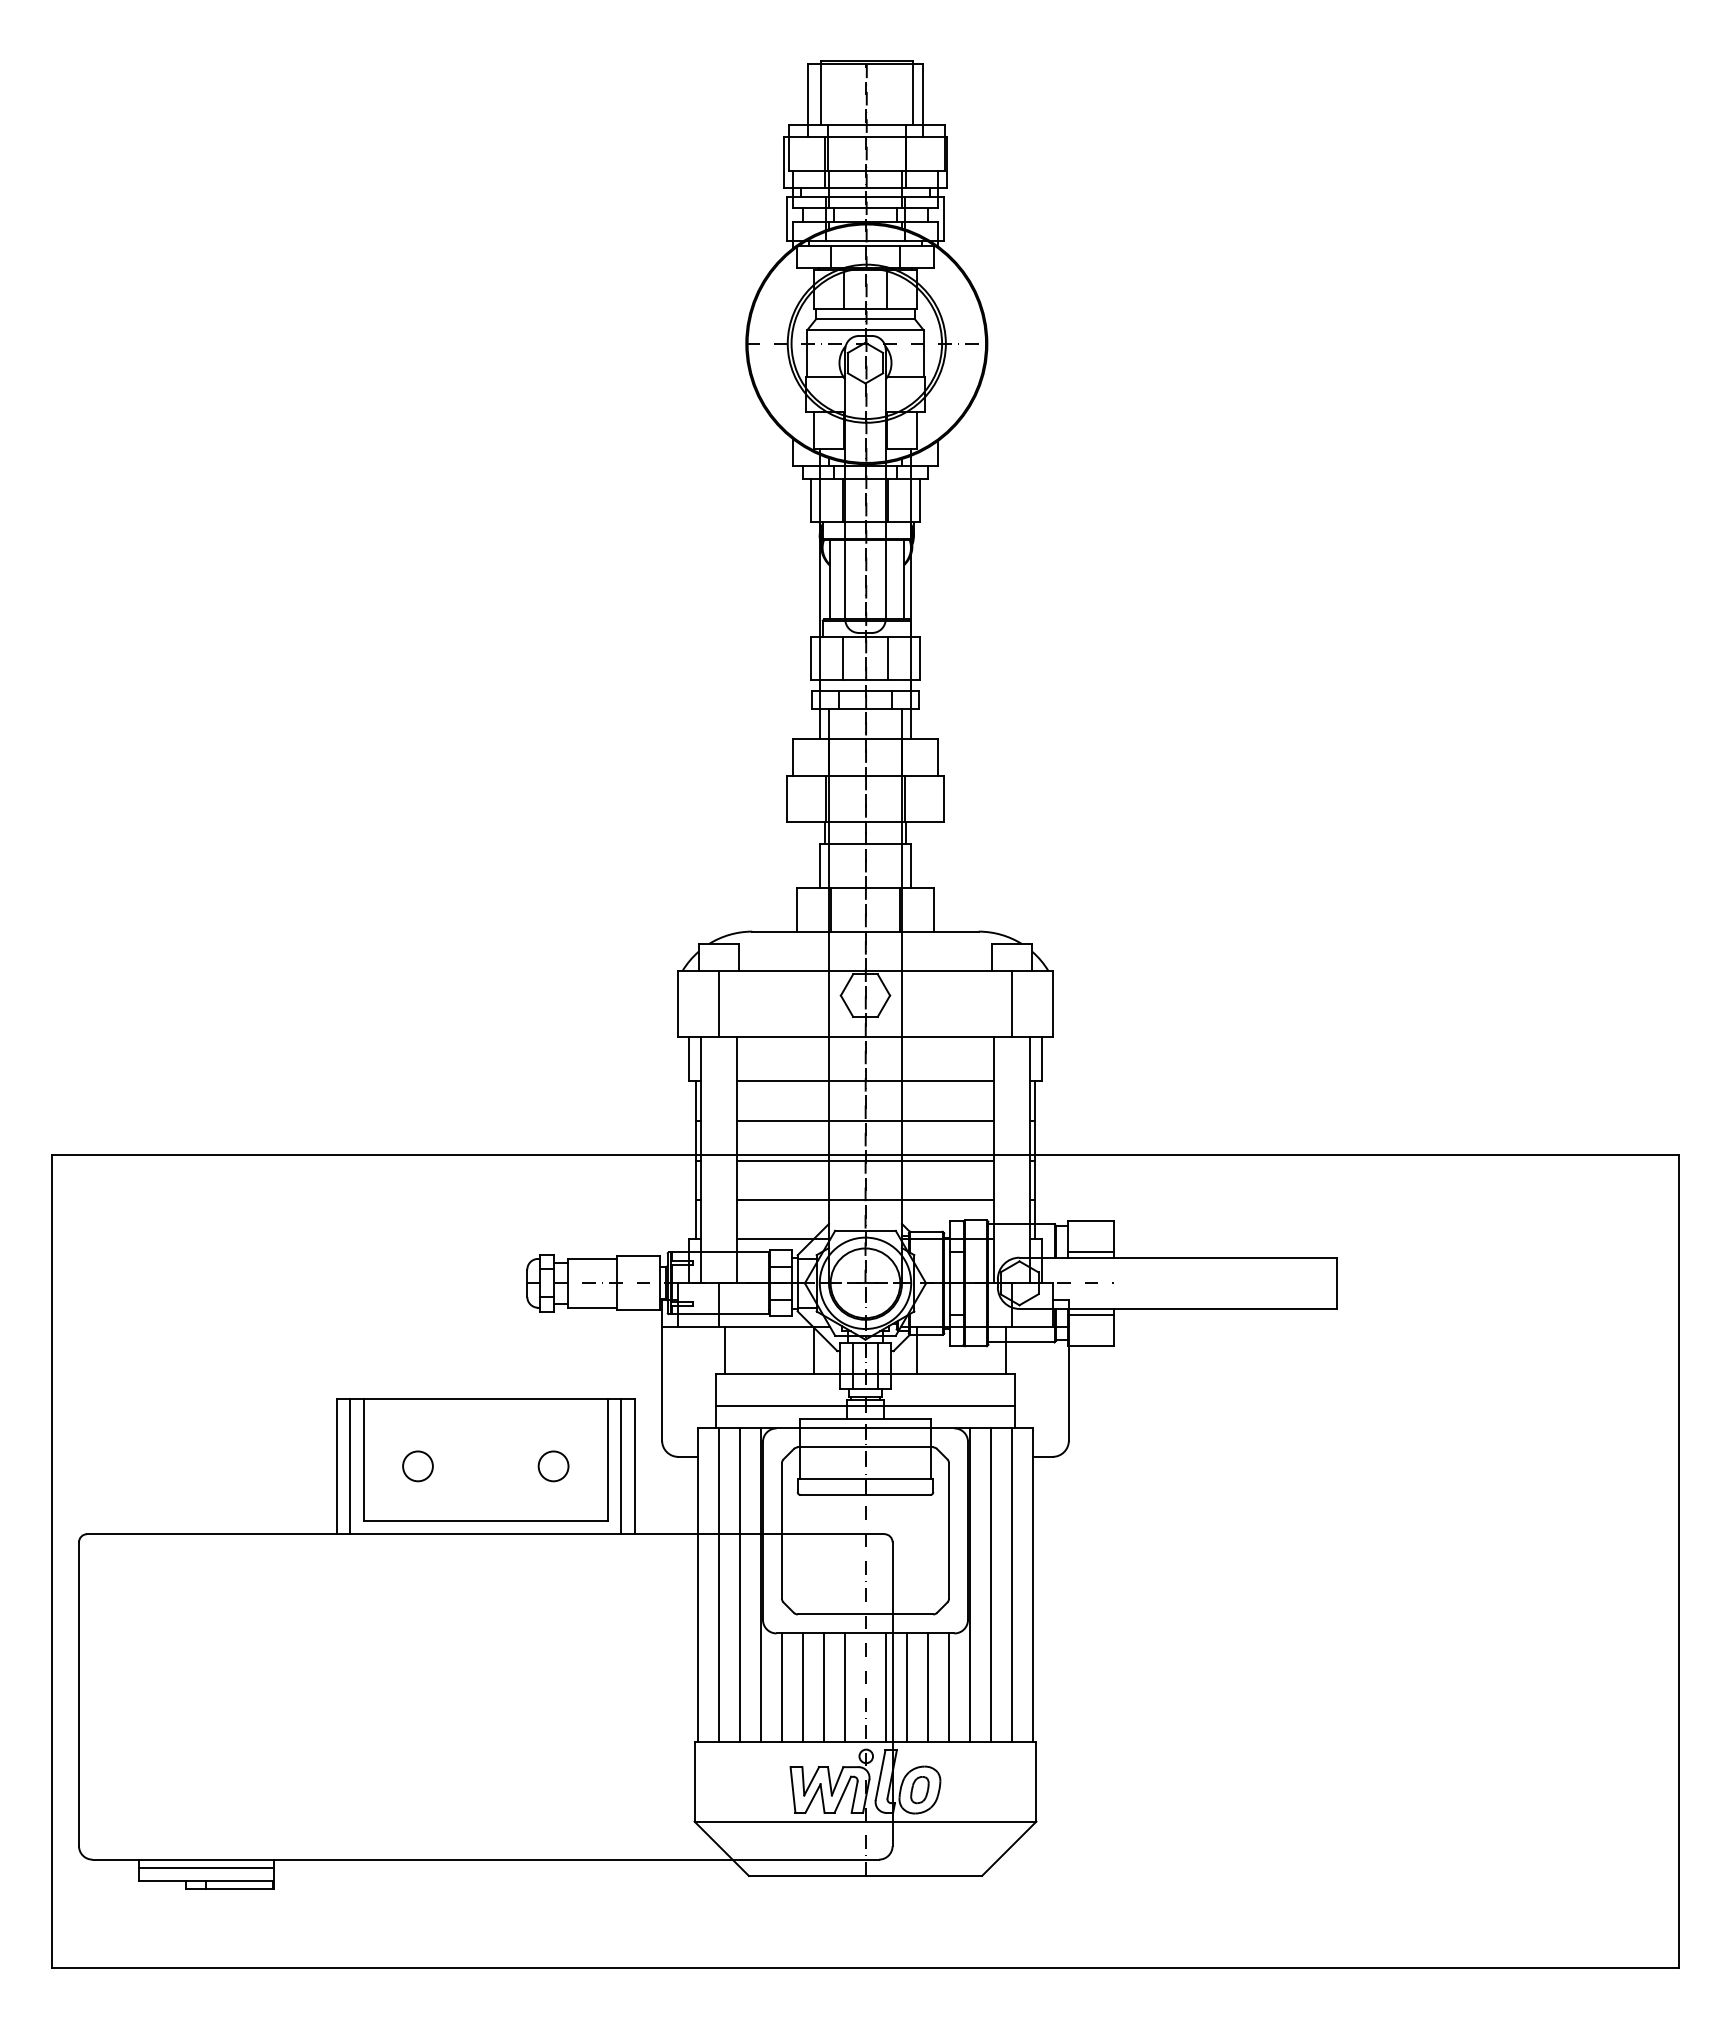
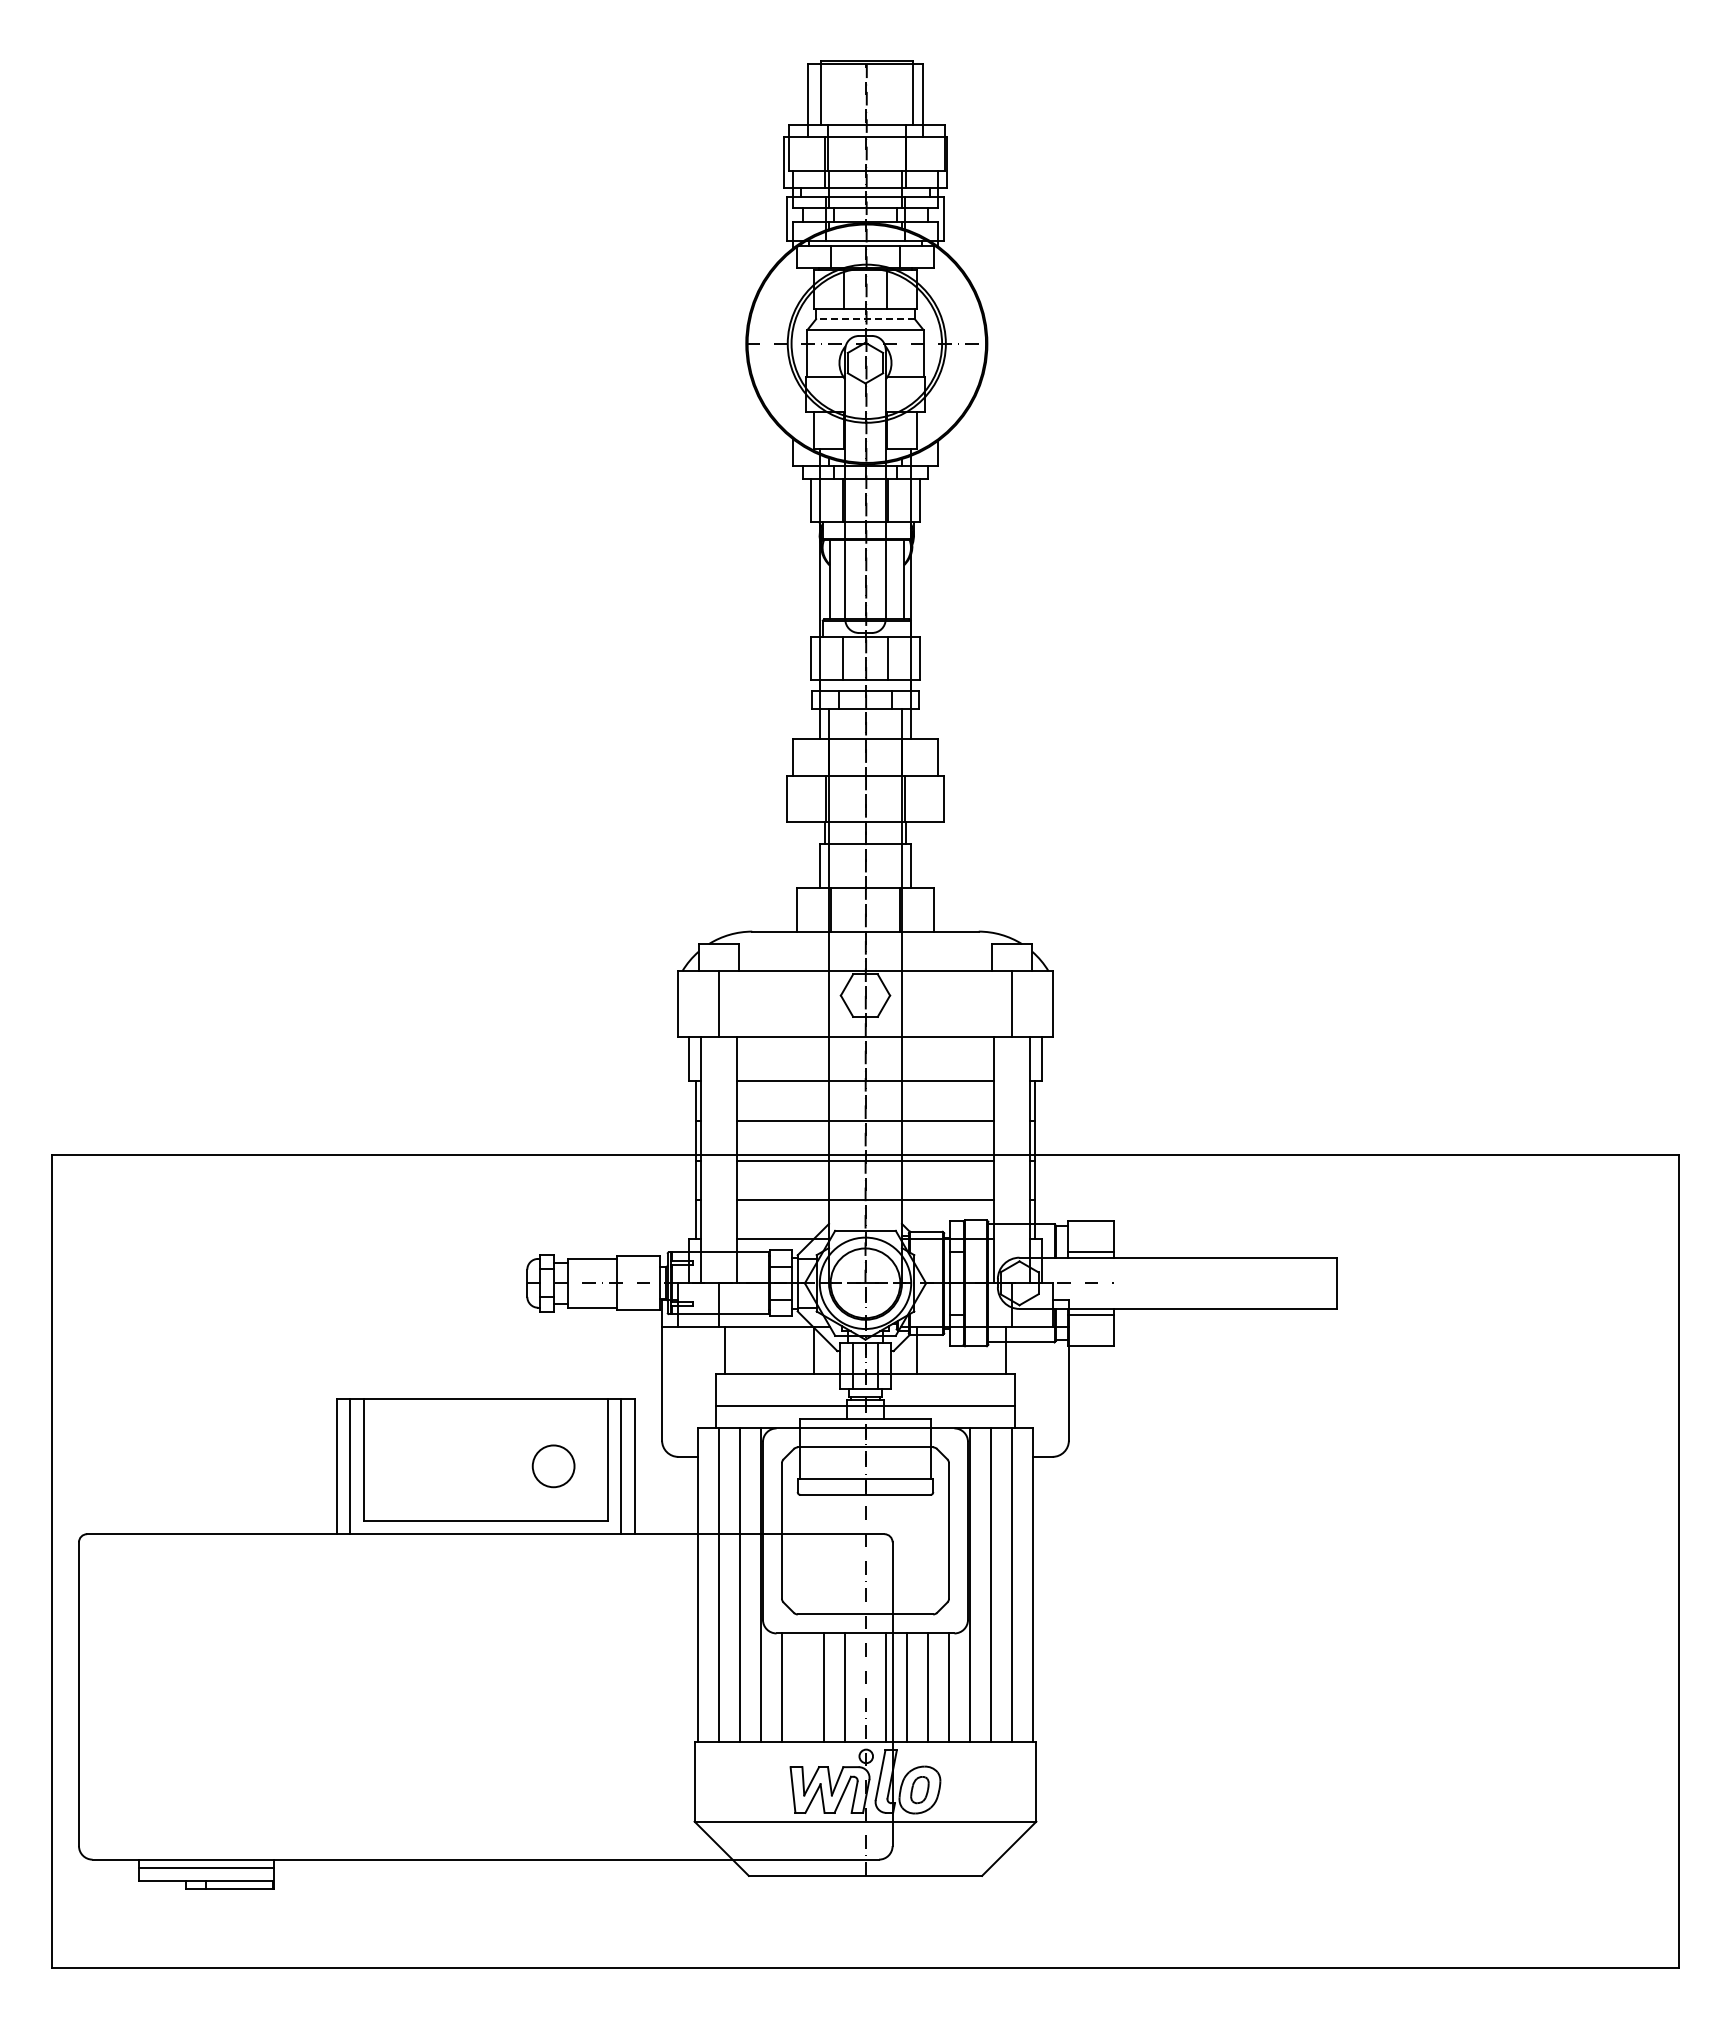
line at (865, 319): solid -> dashed
circle at (417, 1466): present -> none
circle at (553, 1466) size: 33x33 px -> 45x45 px
line at (802, 1687): present -> none
